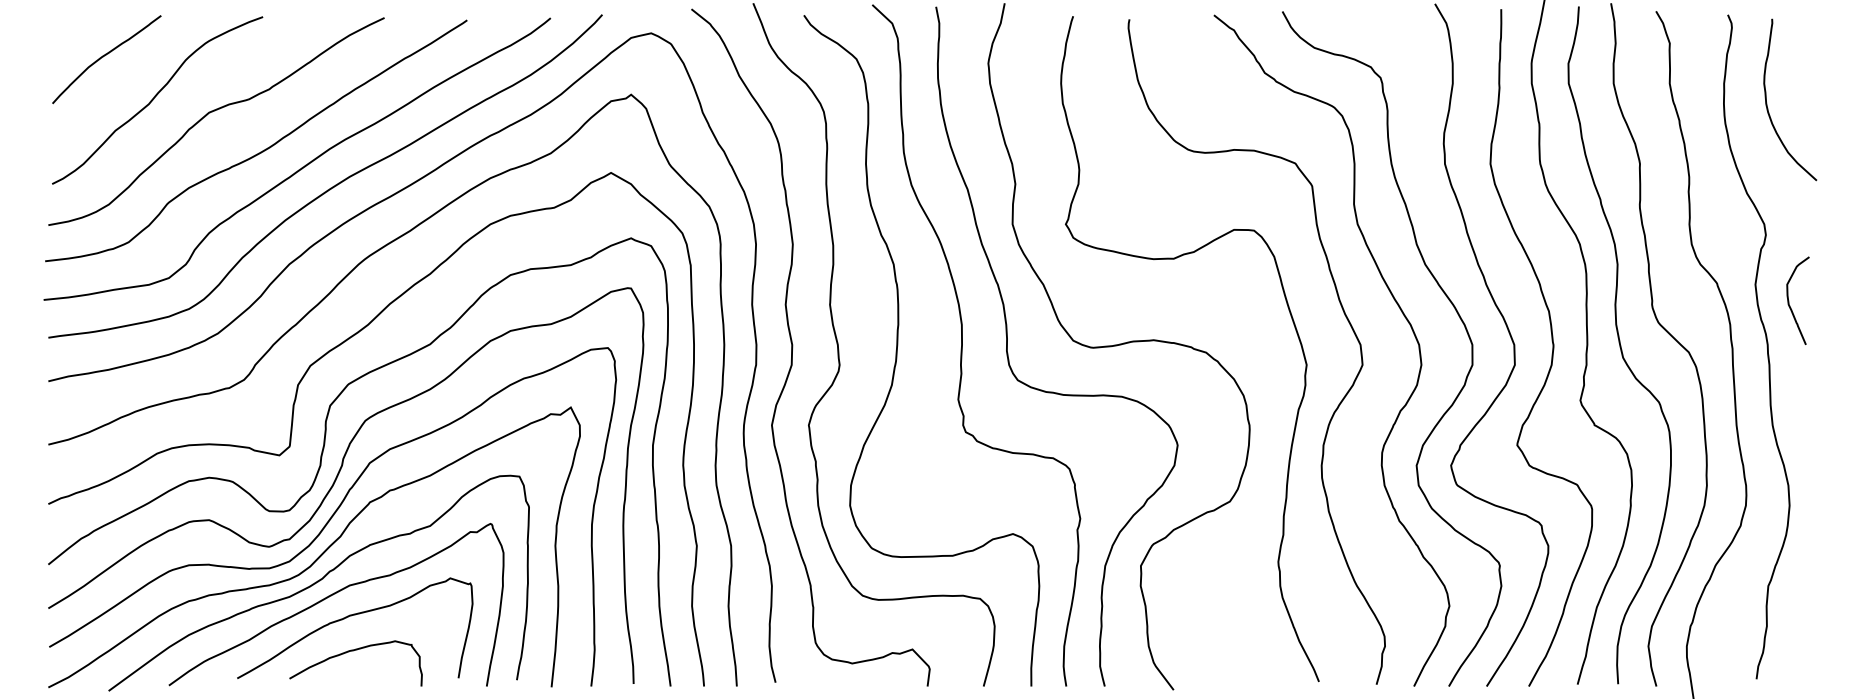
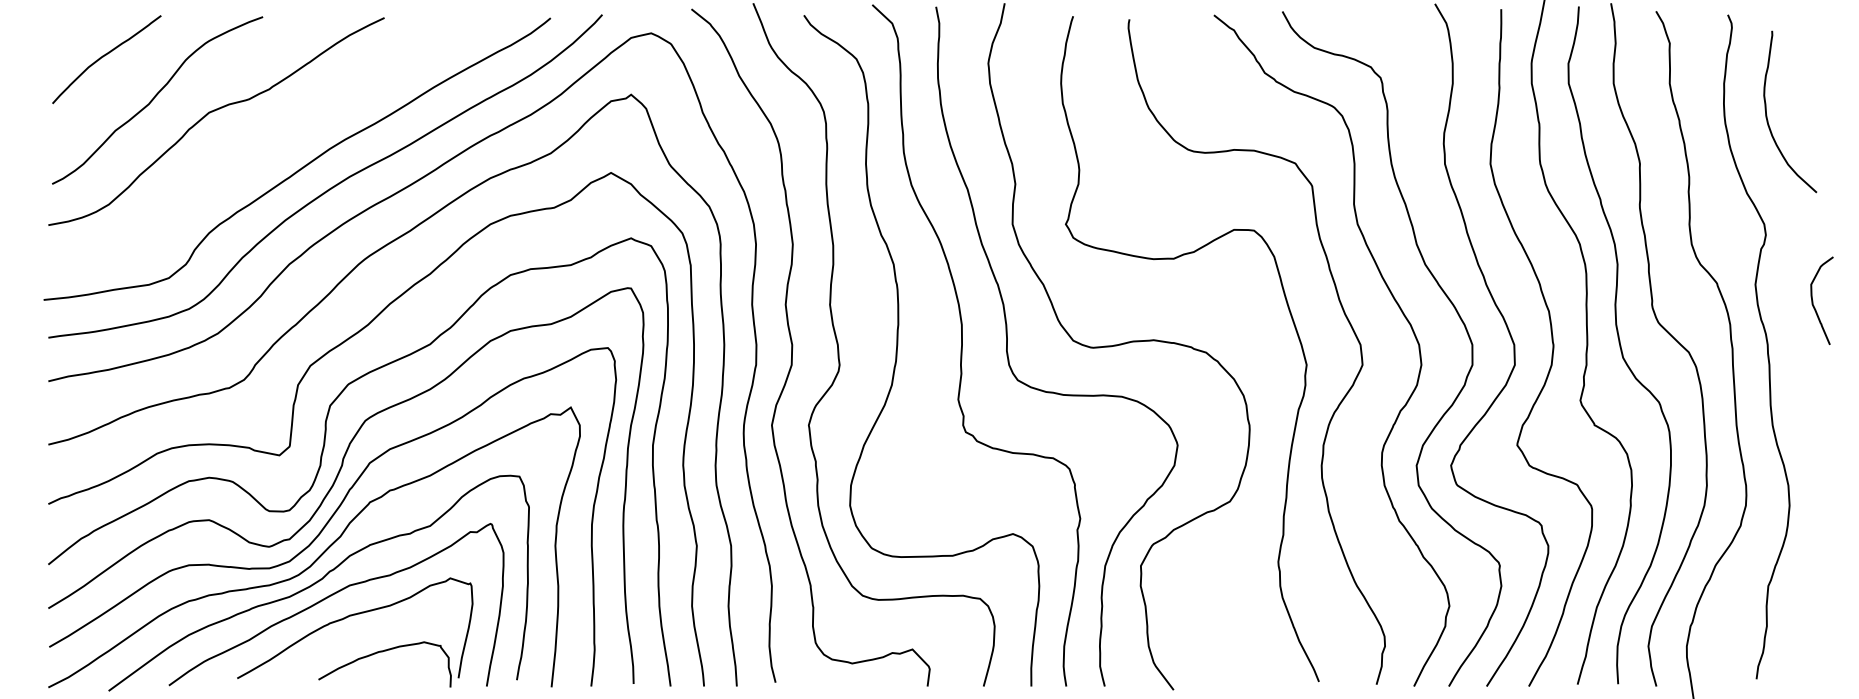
curve at (1767, 103) position: (1767, 103) -> (1767, 115)
curve at (262, 150): present -> none
curve at (1789, 300) position: (1789, 300) -> (1813, 300)
curve at (353, 651) position: (353, 651) -> (382, 652)
